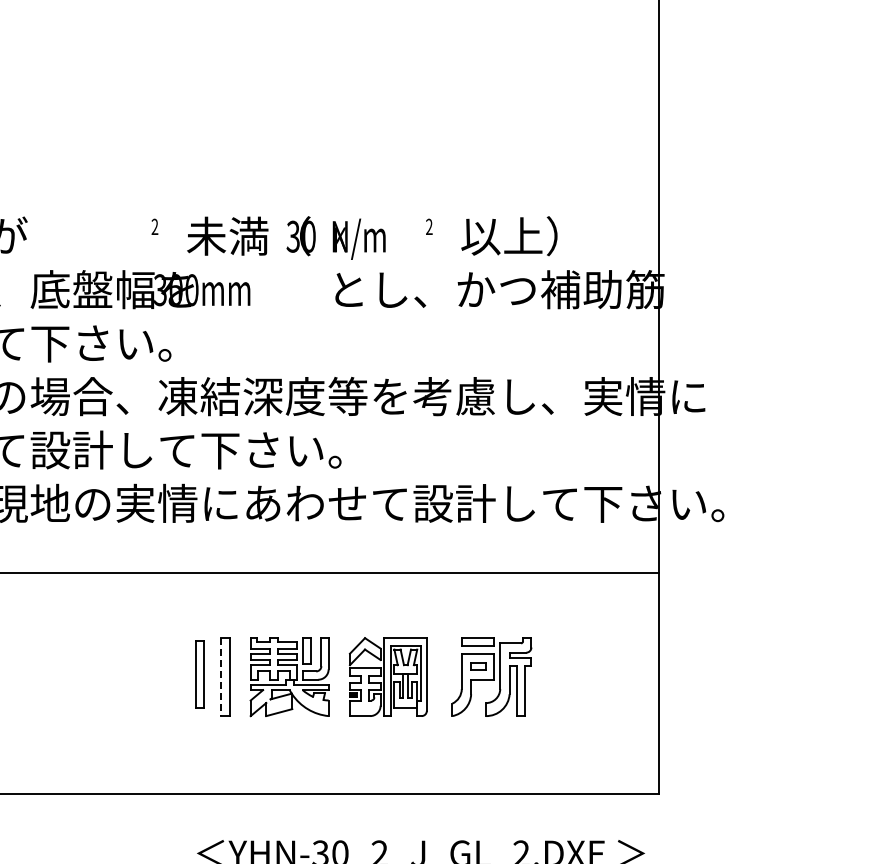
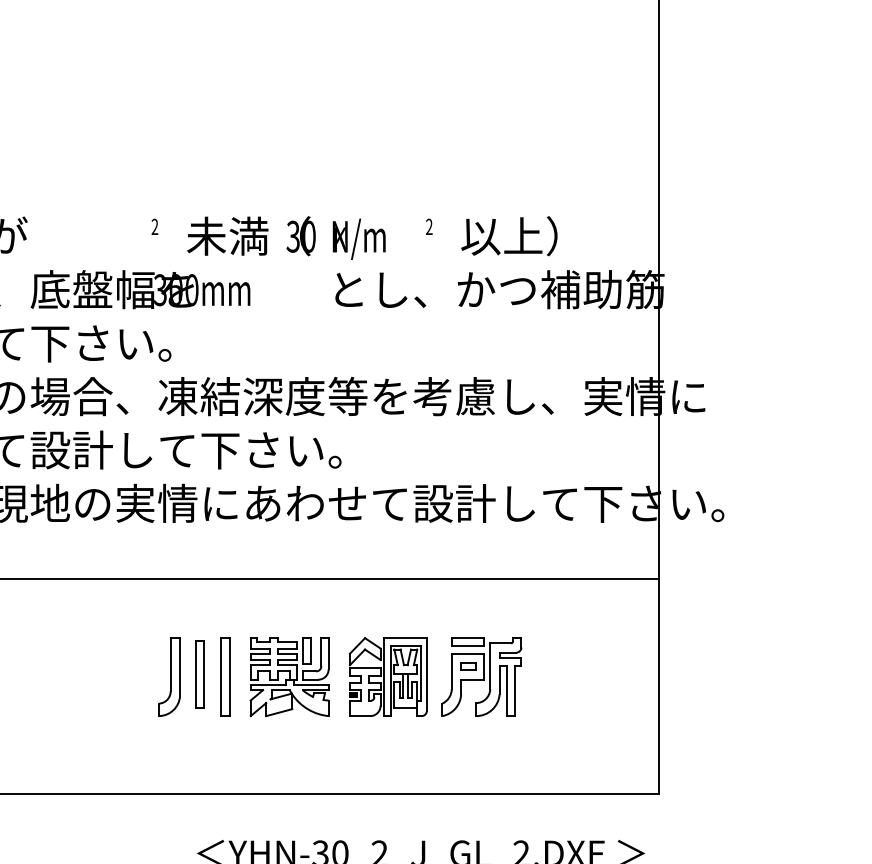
line at (330, 572) position: (330, 572) -> (330, 578)
part at (169, 676): none -> present
part at (491, 676) position: (491, 676) -> (481, 676)
line at (220, 677): dashed -> solid
